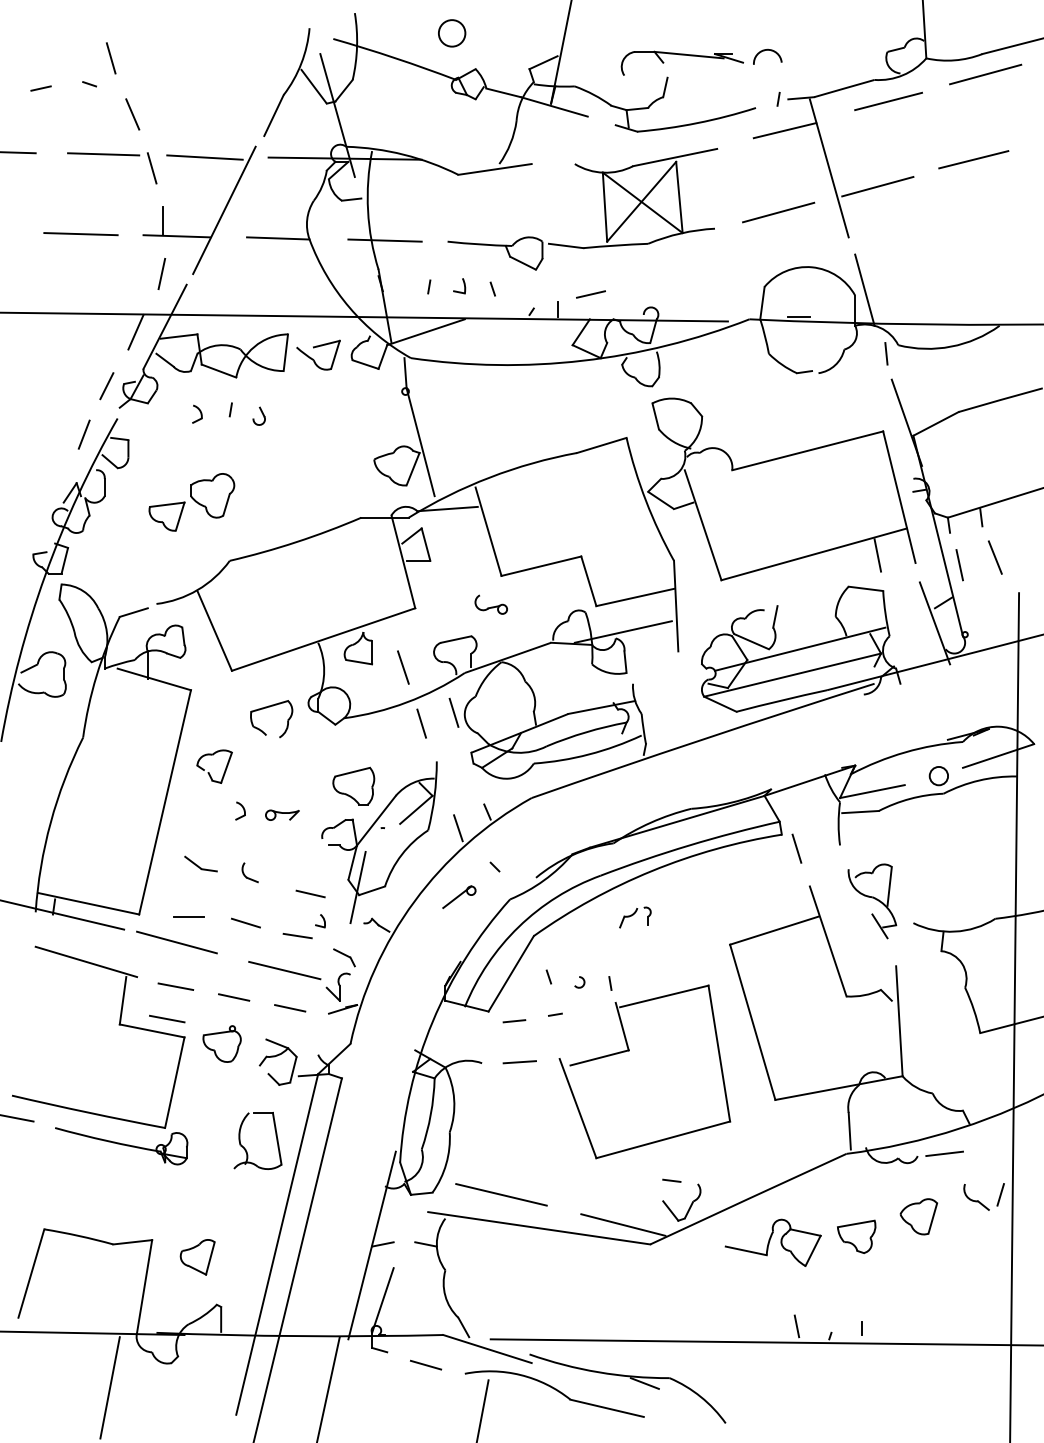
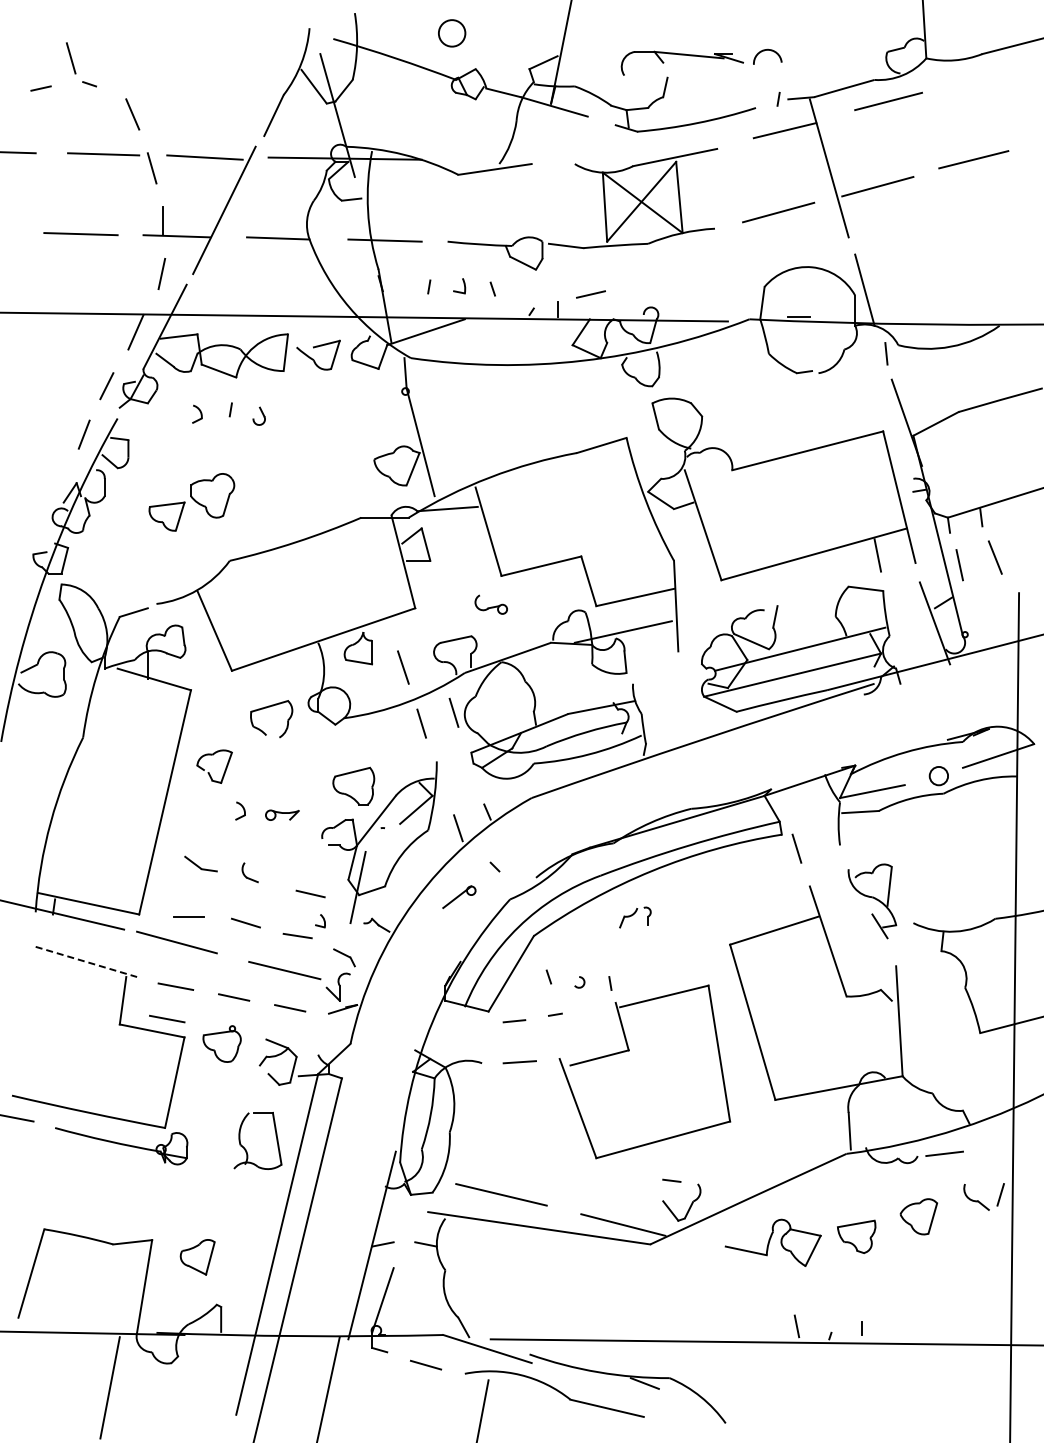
line at (111, 58) position: (111, 58) -> (71, 58)
line at (985, 74): present -> none
line at (86, 961): solid -> dashed
